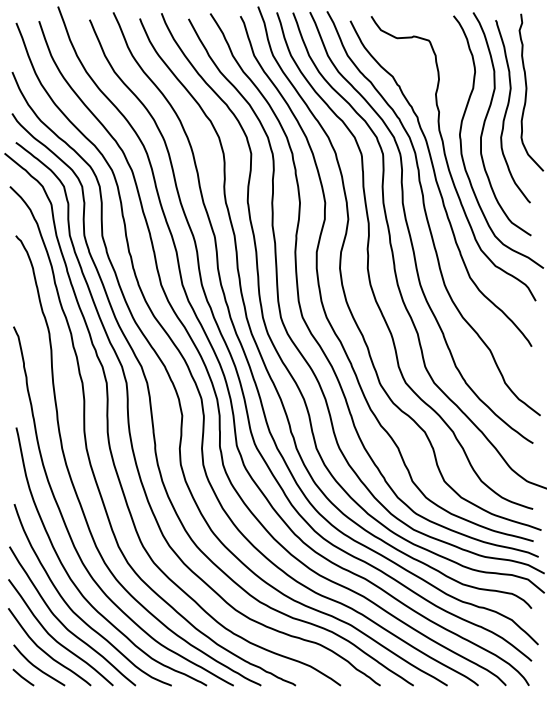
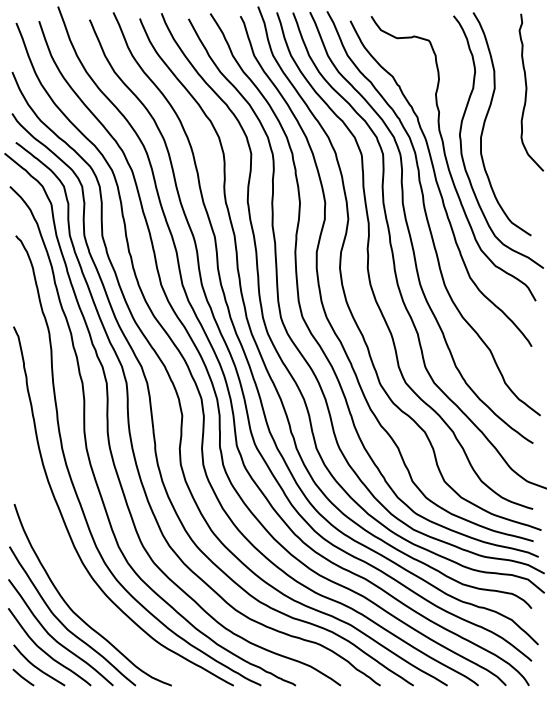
curve at (507, 111): present -> none
curve at (74, 582): present -> none
